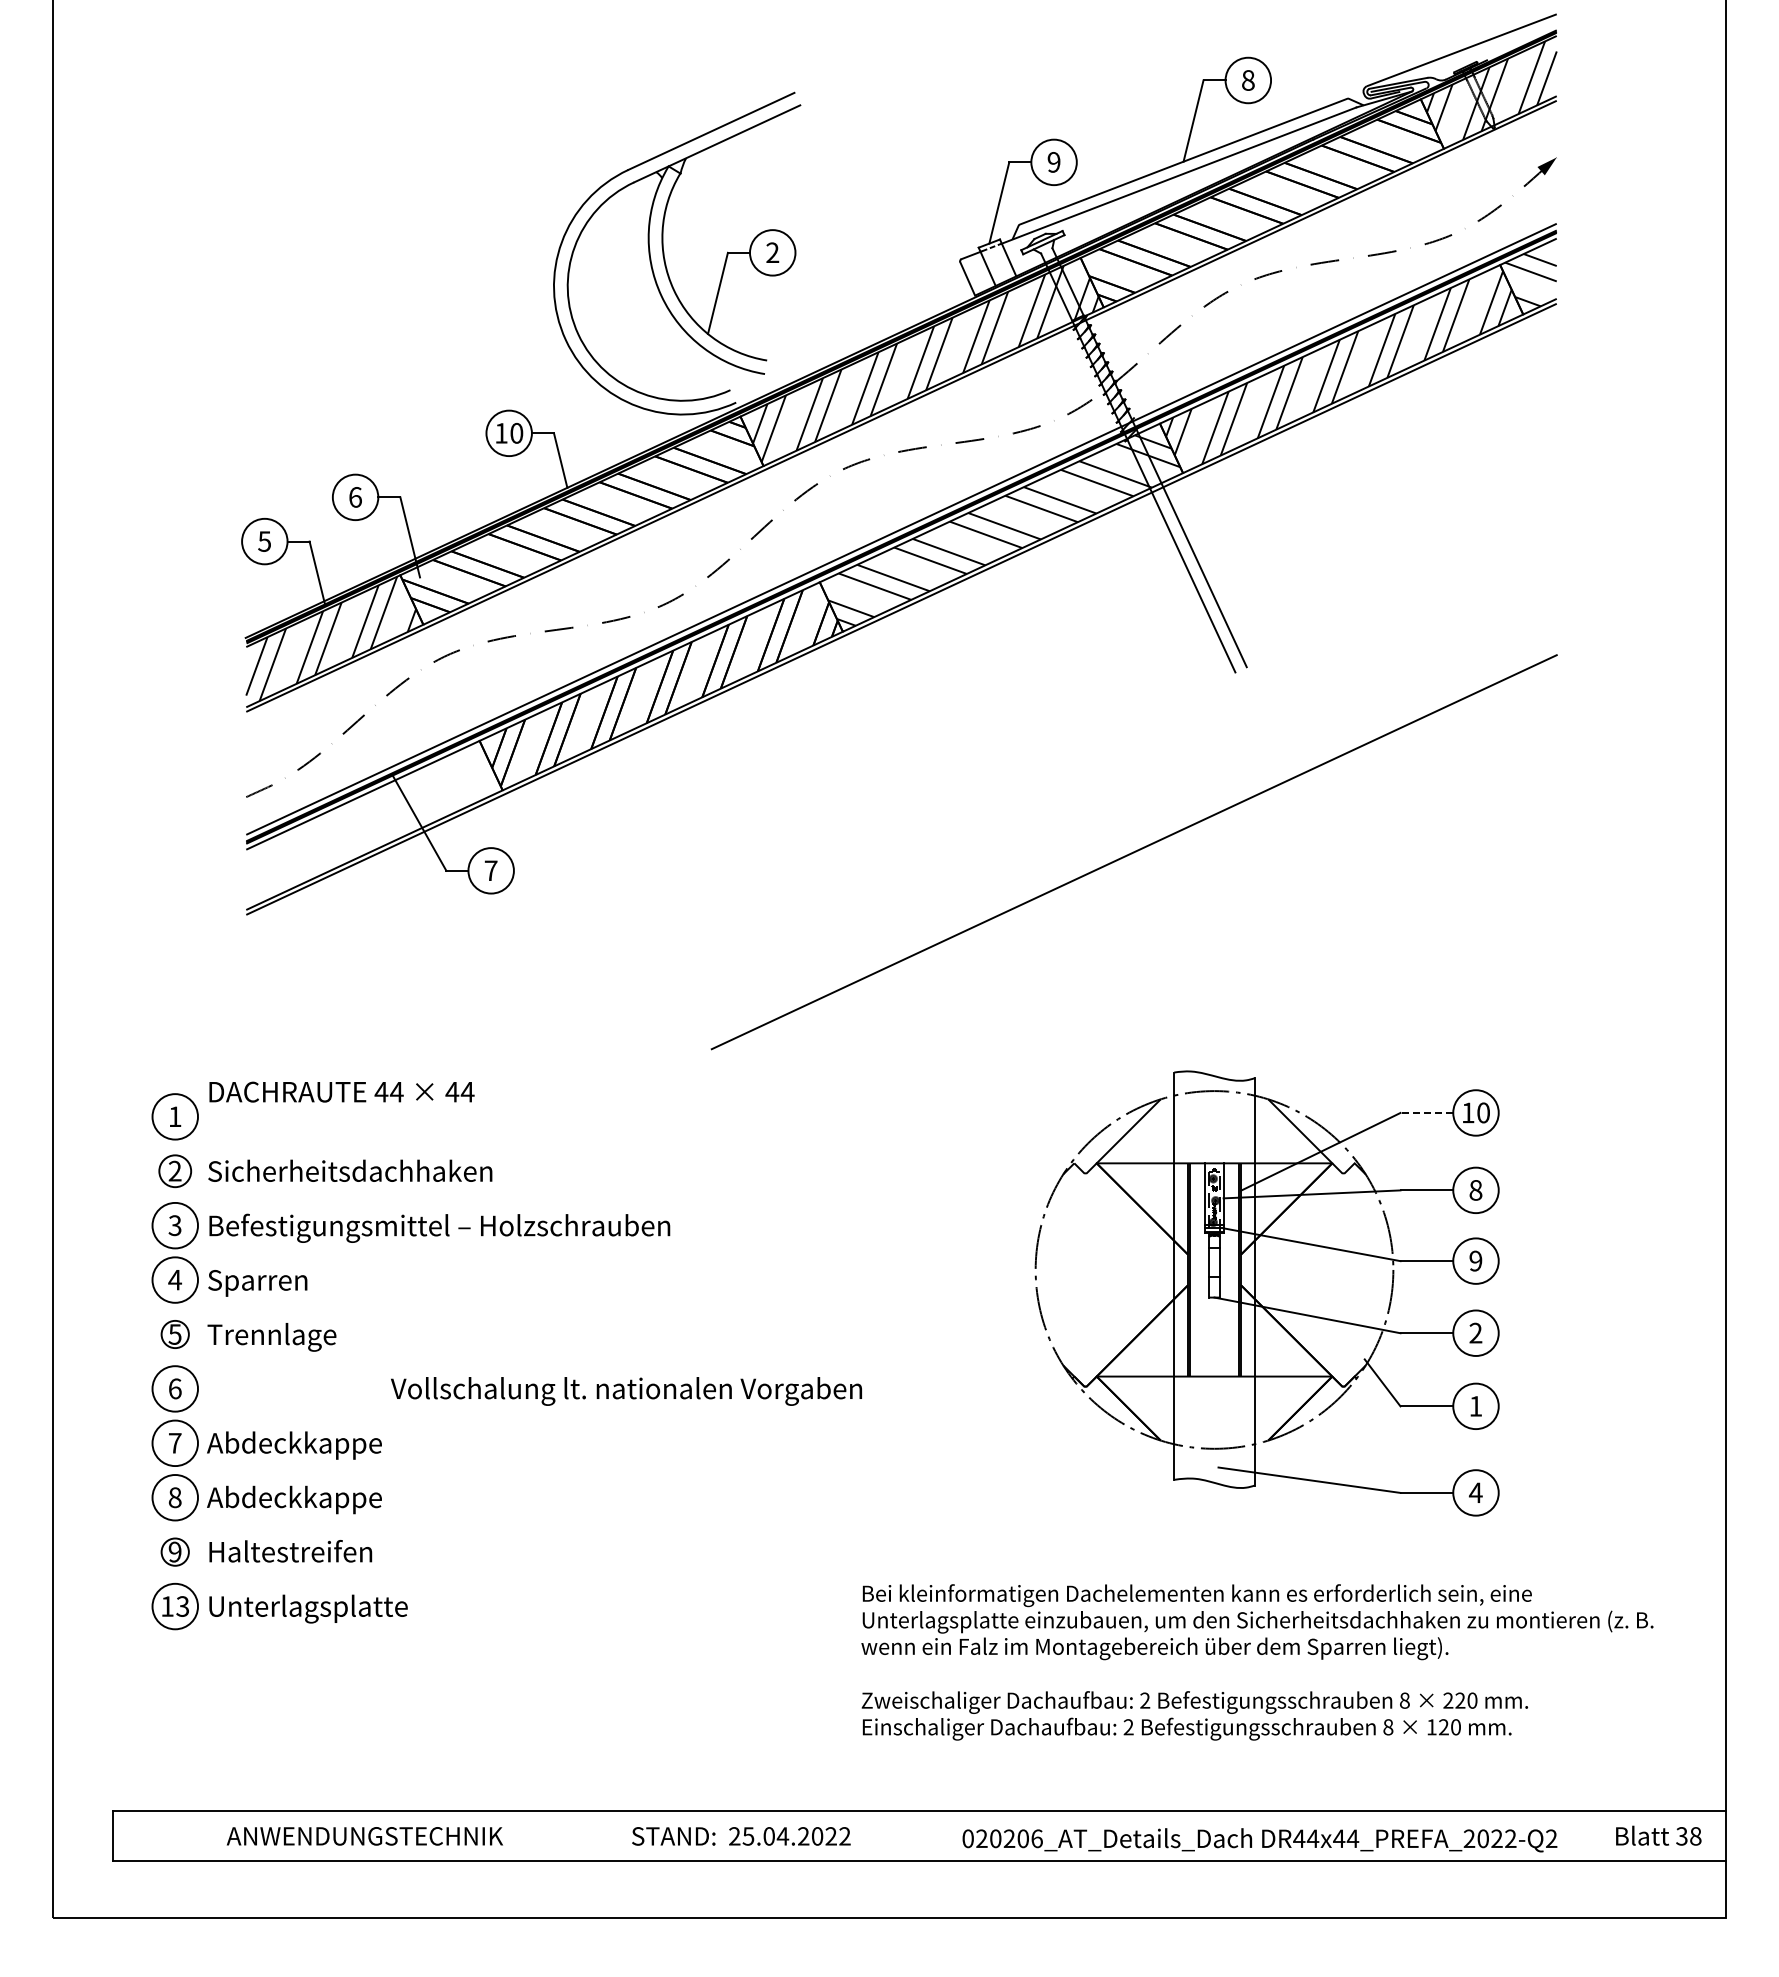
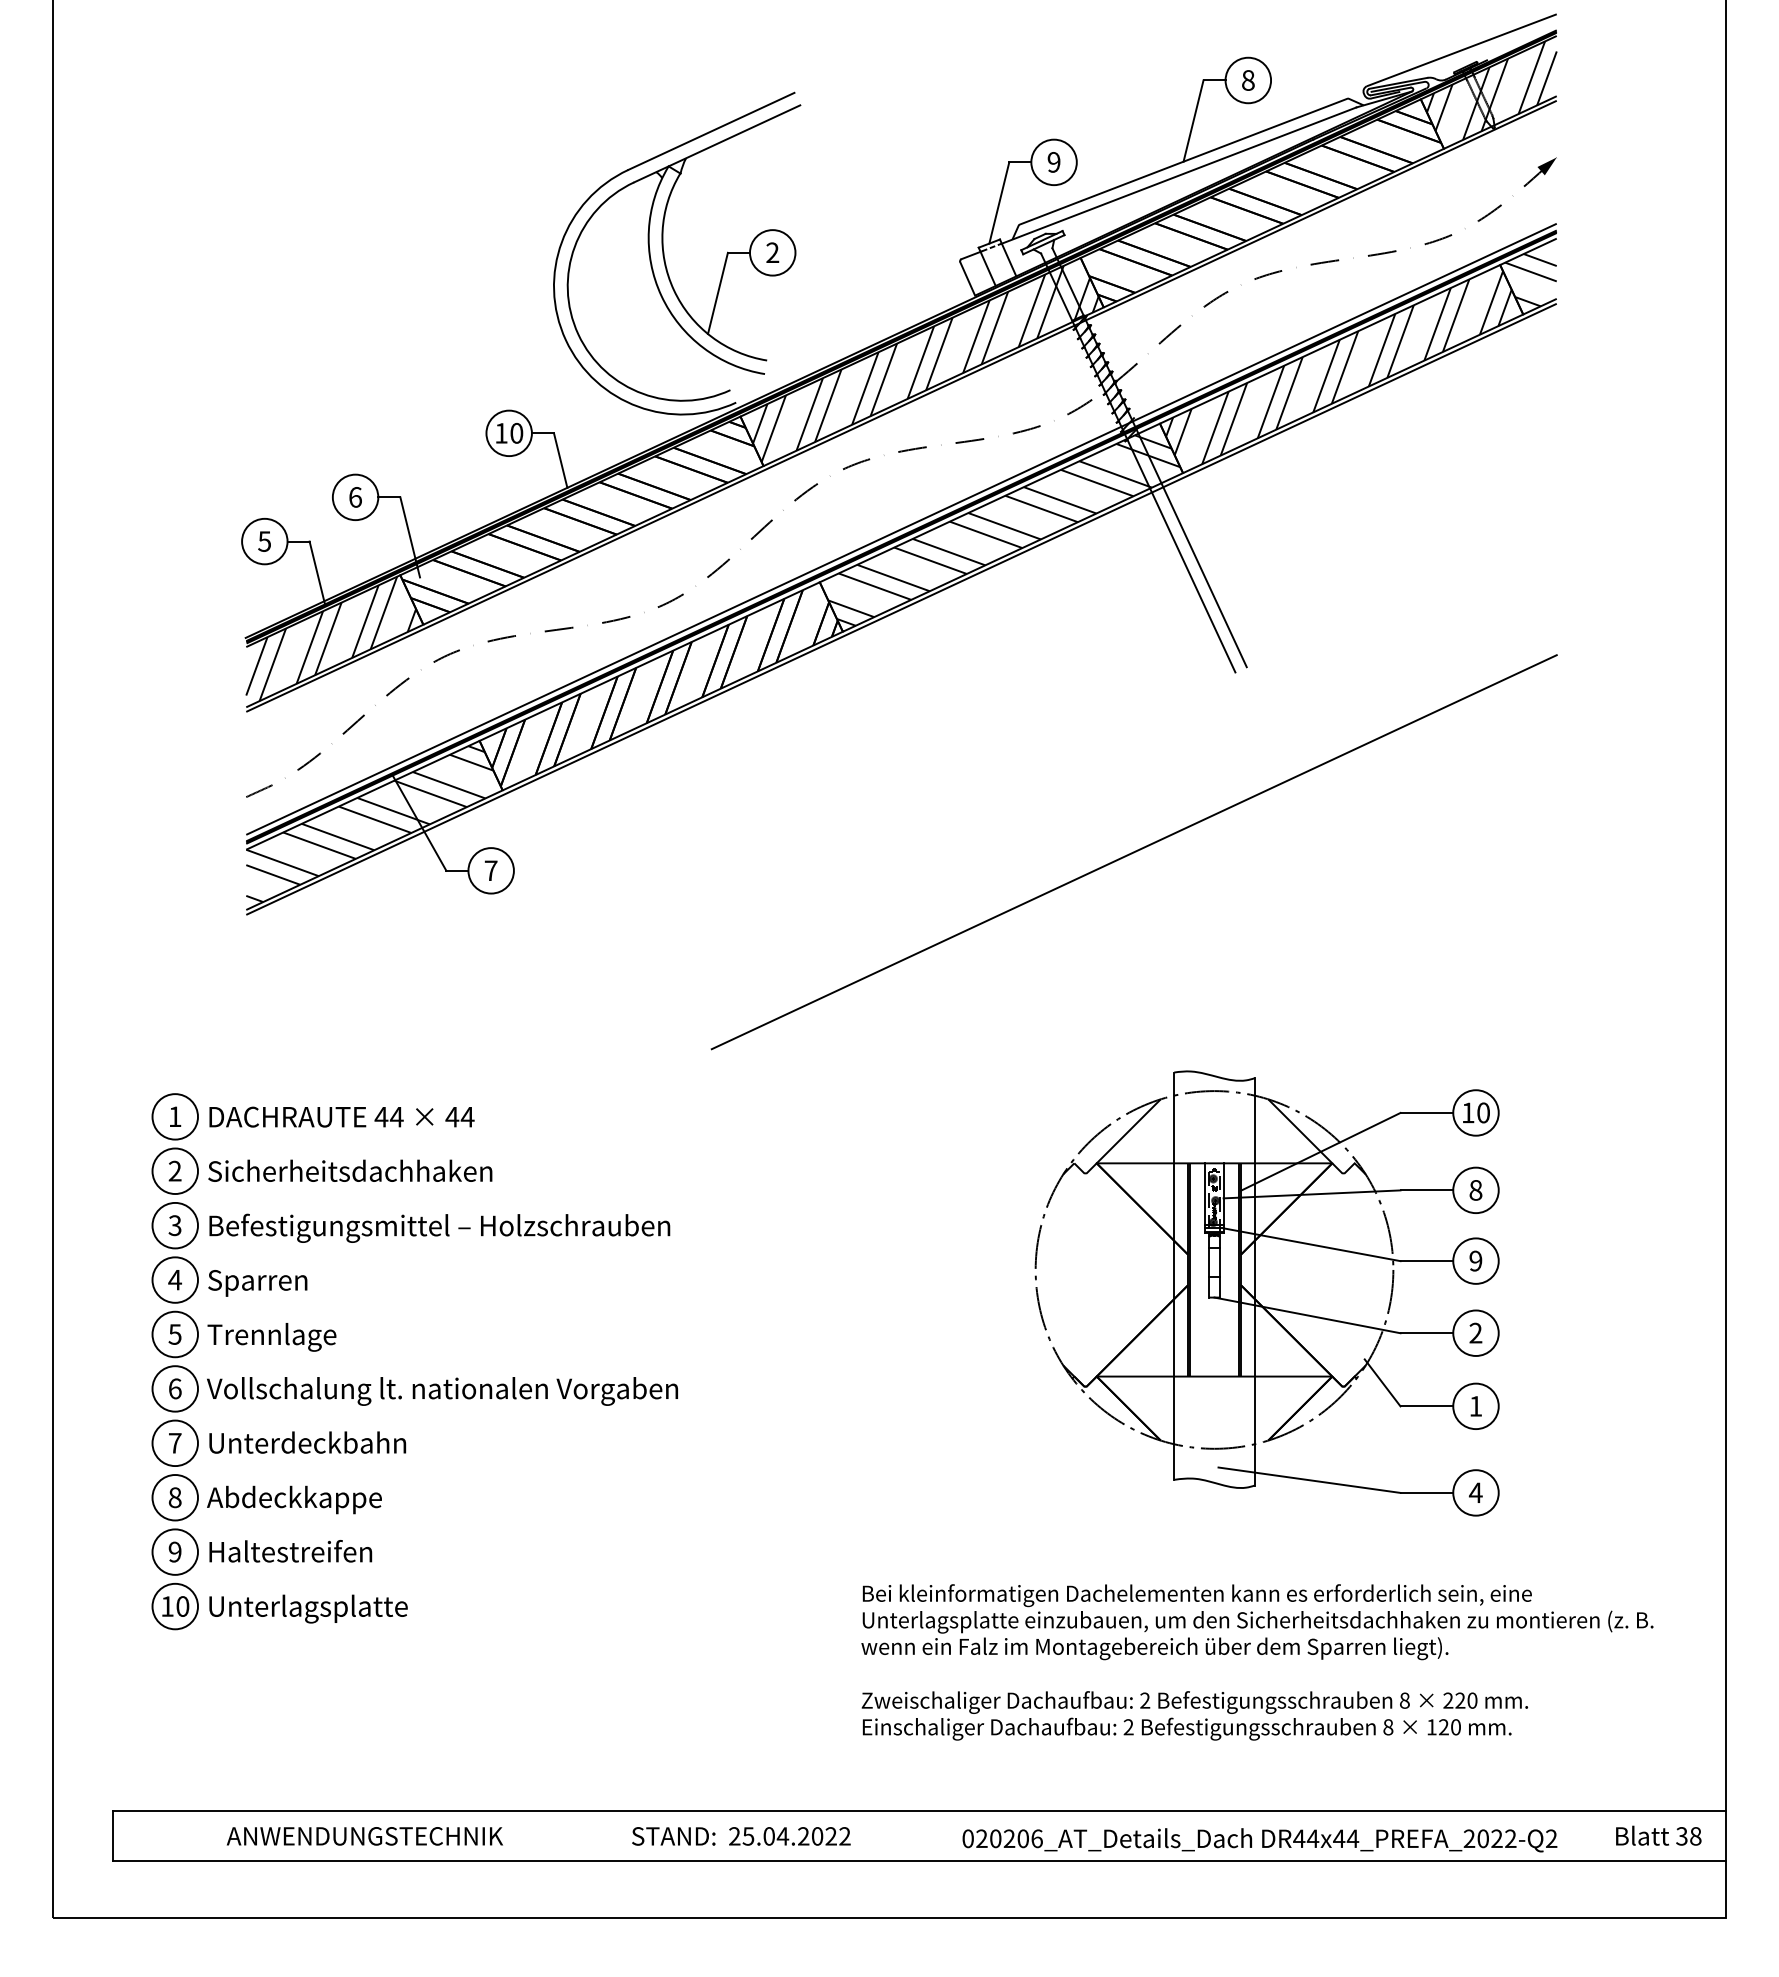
hatch at (369, 824): none -> present
text at (341, 1091) position: (341, 1091) -> (341, 1116)
line at (1426, 1112): dashed -> solid
circle at (175, 1171) diameter: 32 px -> 45 px
circle at (174, 1334) diameter: 27 px -> 45 px
text at (626, 1391) position: (626, 1391) -> (442, 1391)
text at (306, 1445): Abdeckkappe -> Unterdeckbahn
circle at (174, 1551) diameter: 27 px -> 45 px
text at (182, 1606): 13 -> 10
